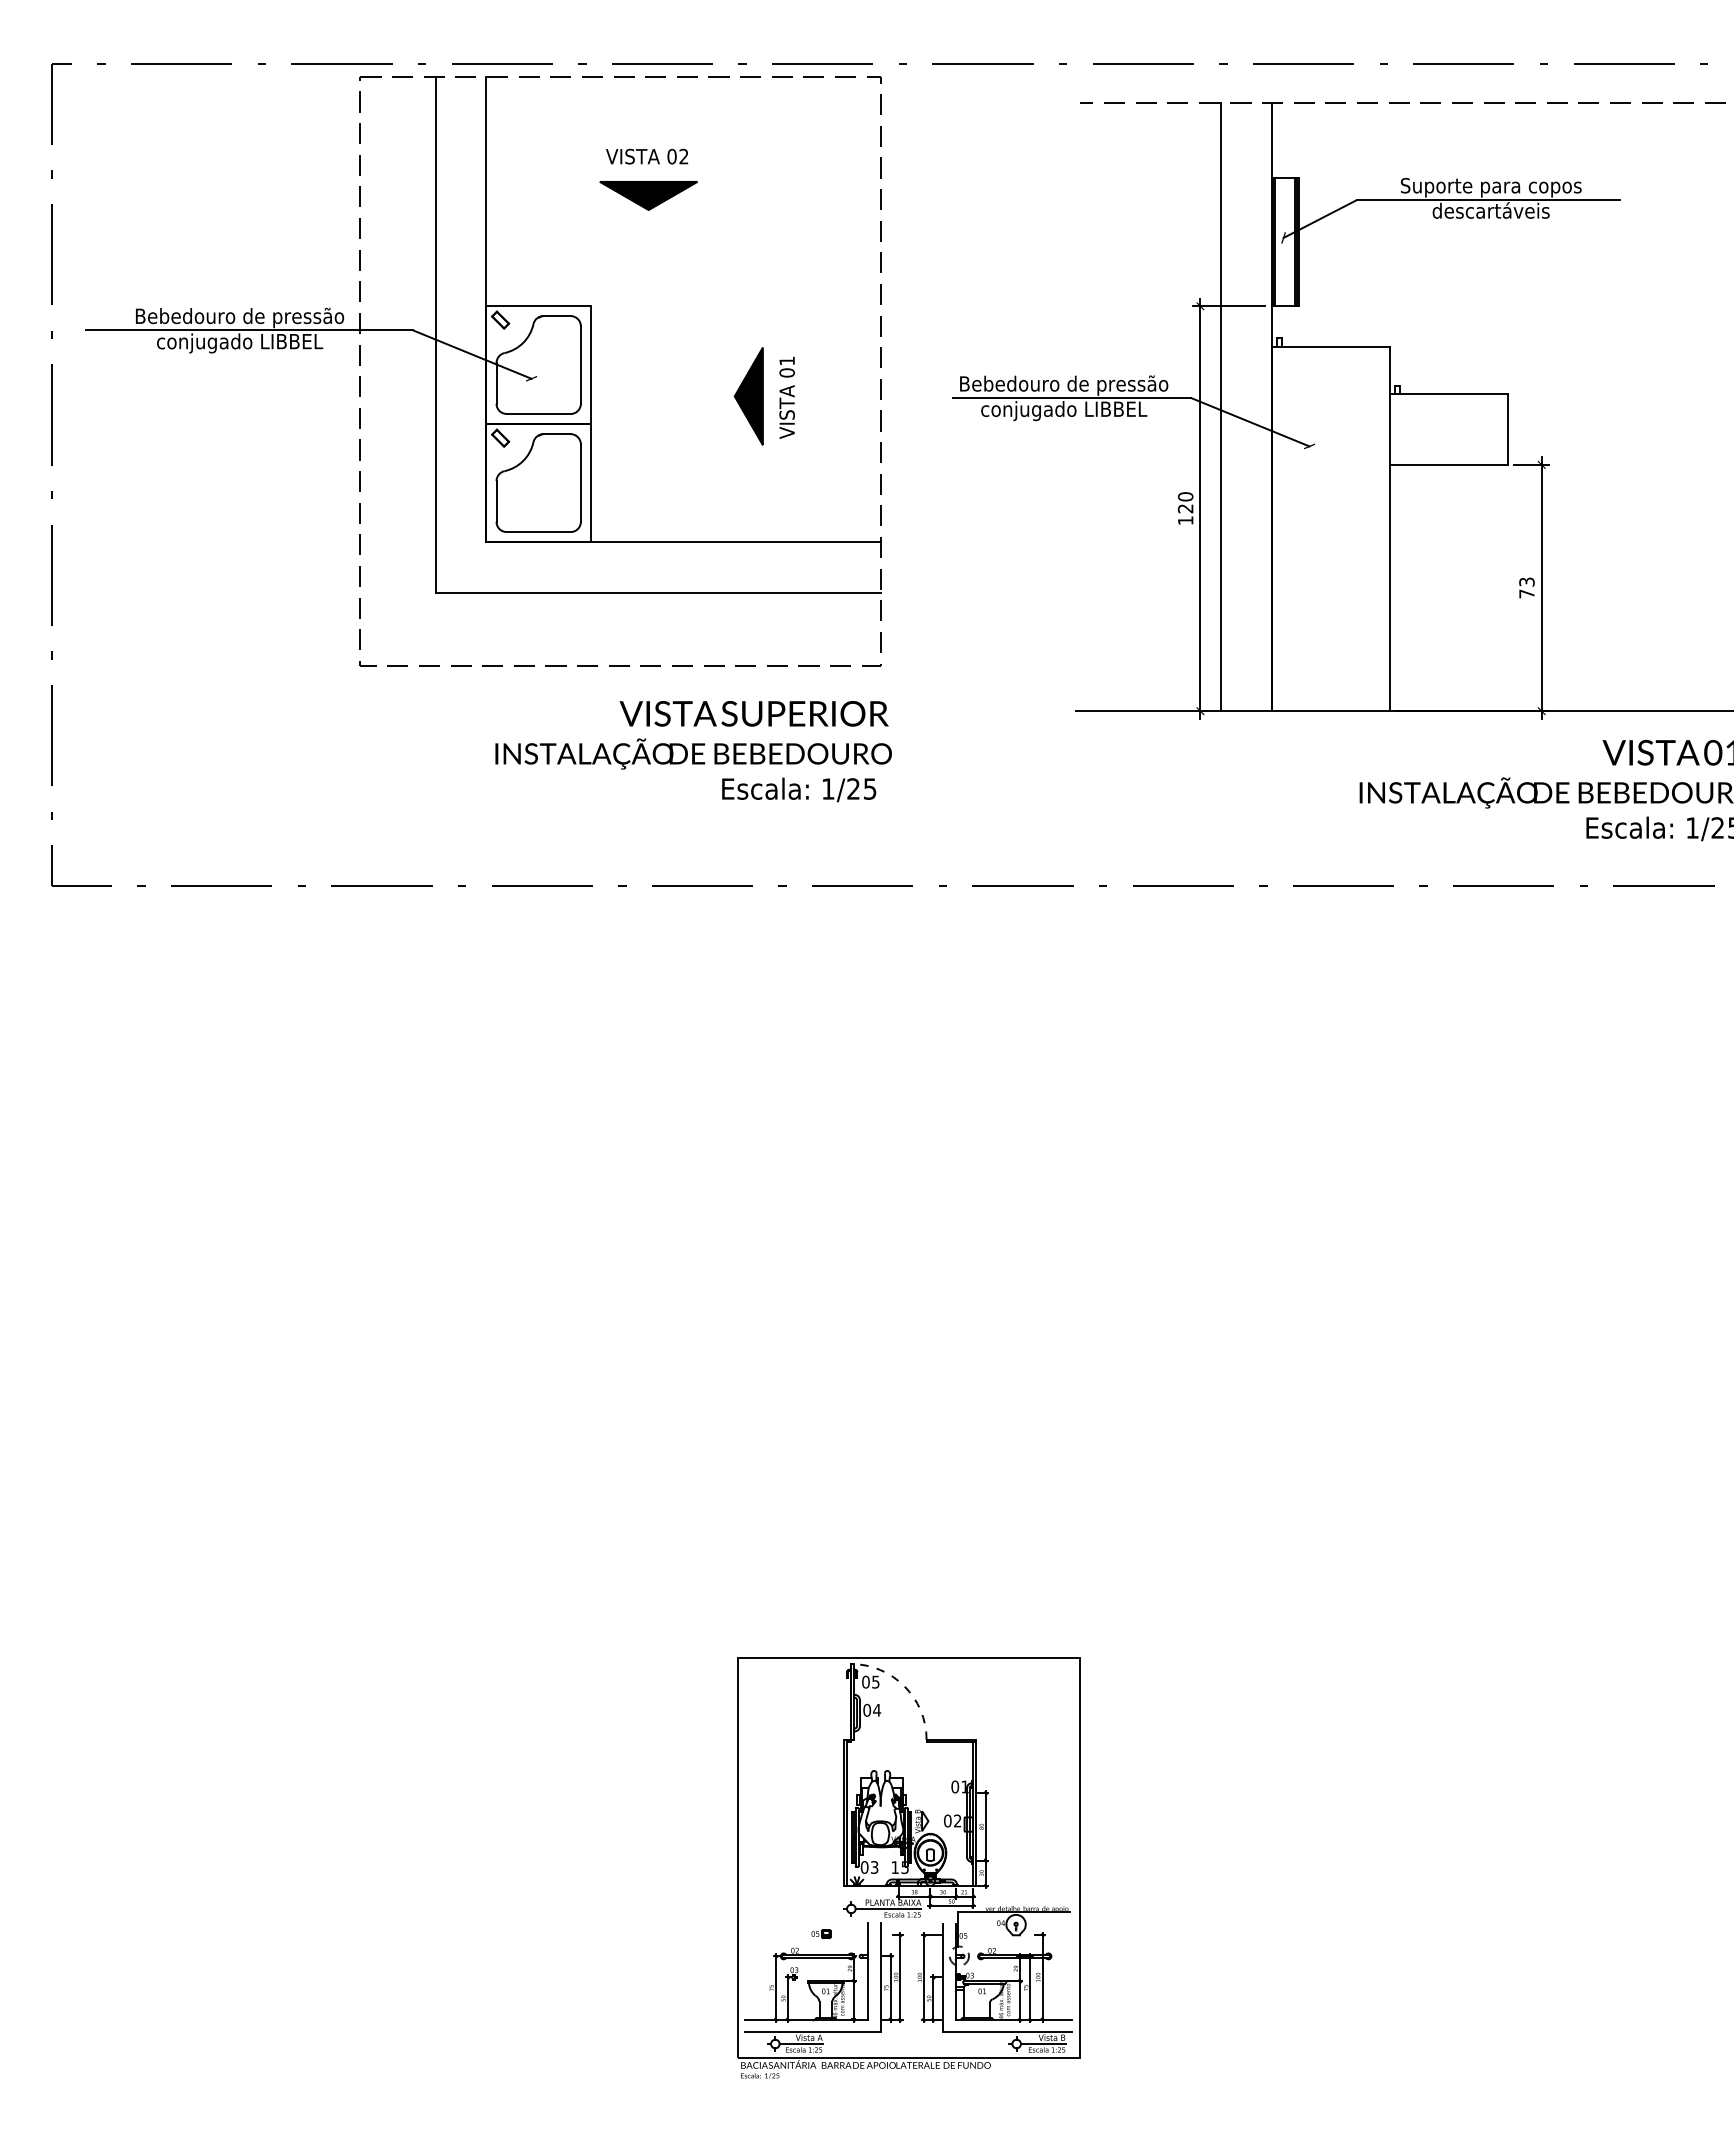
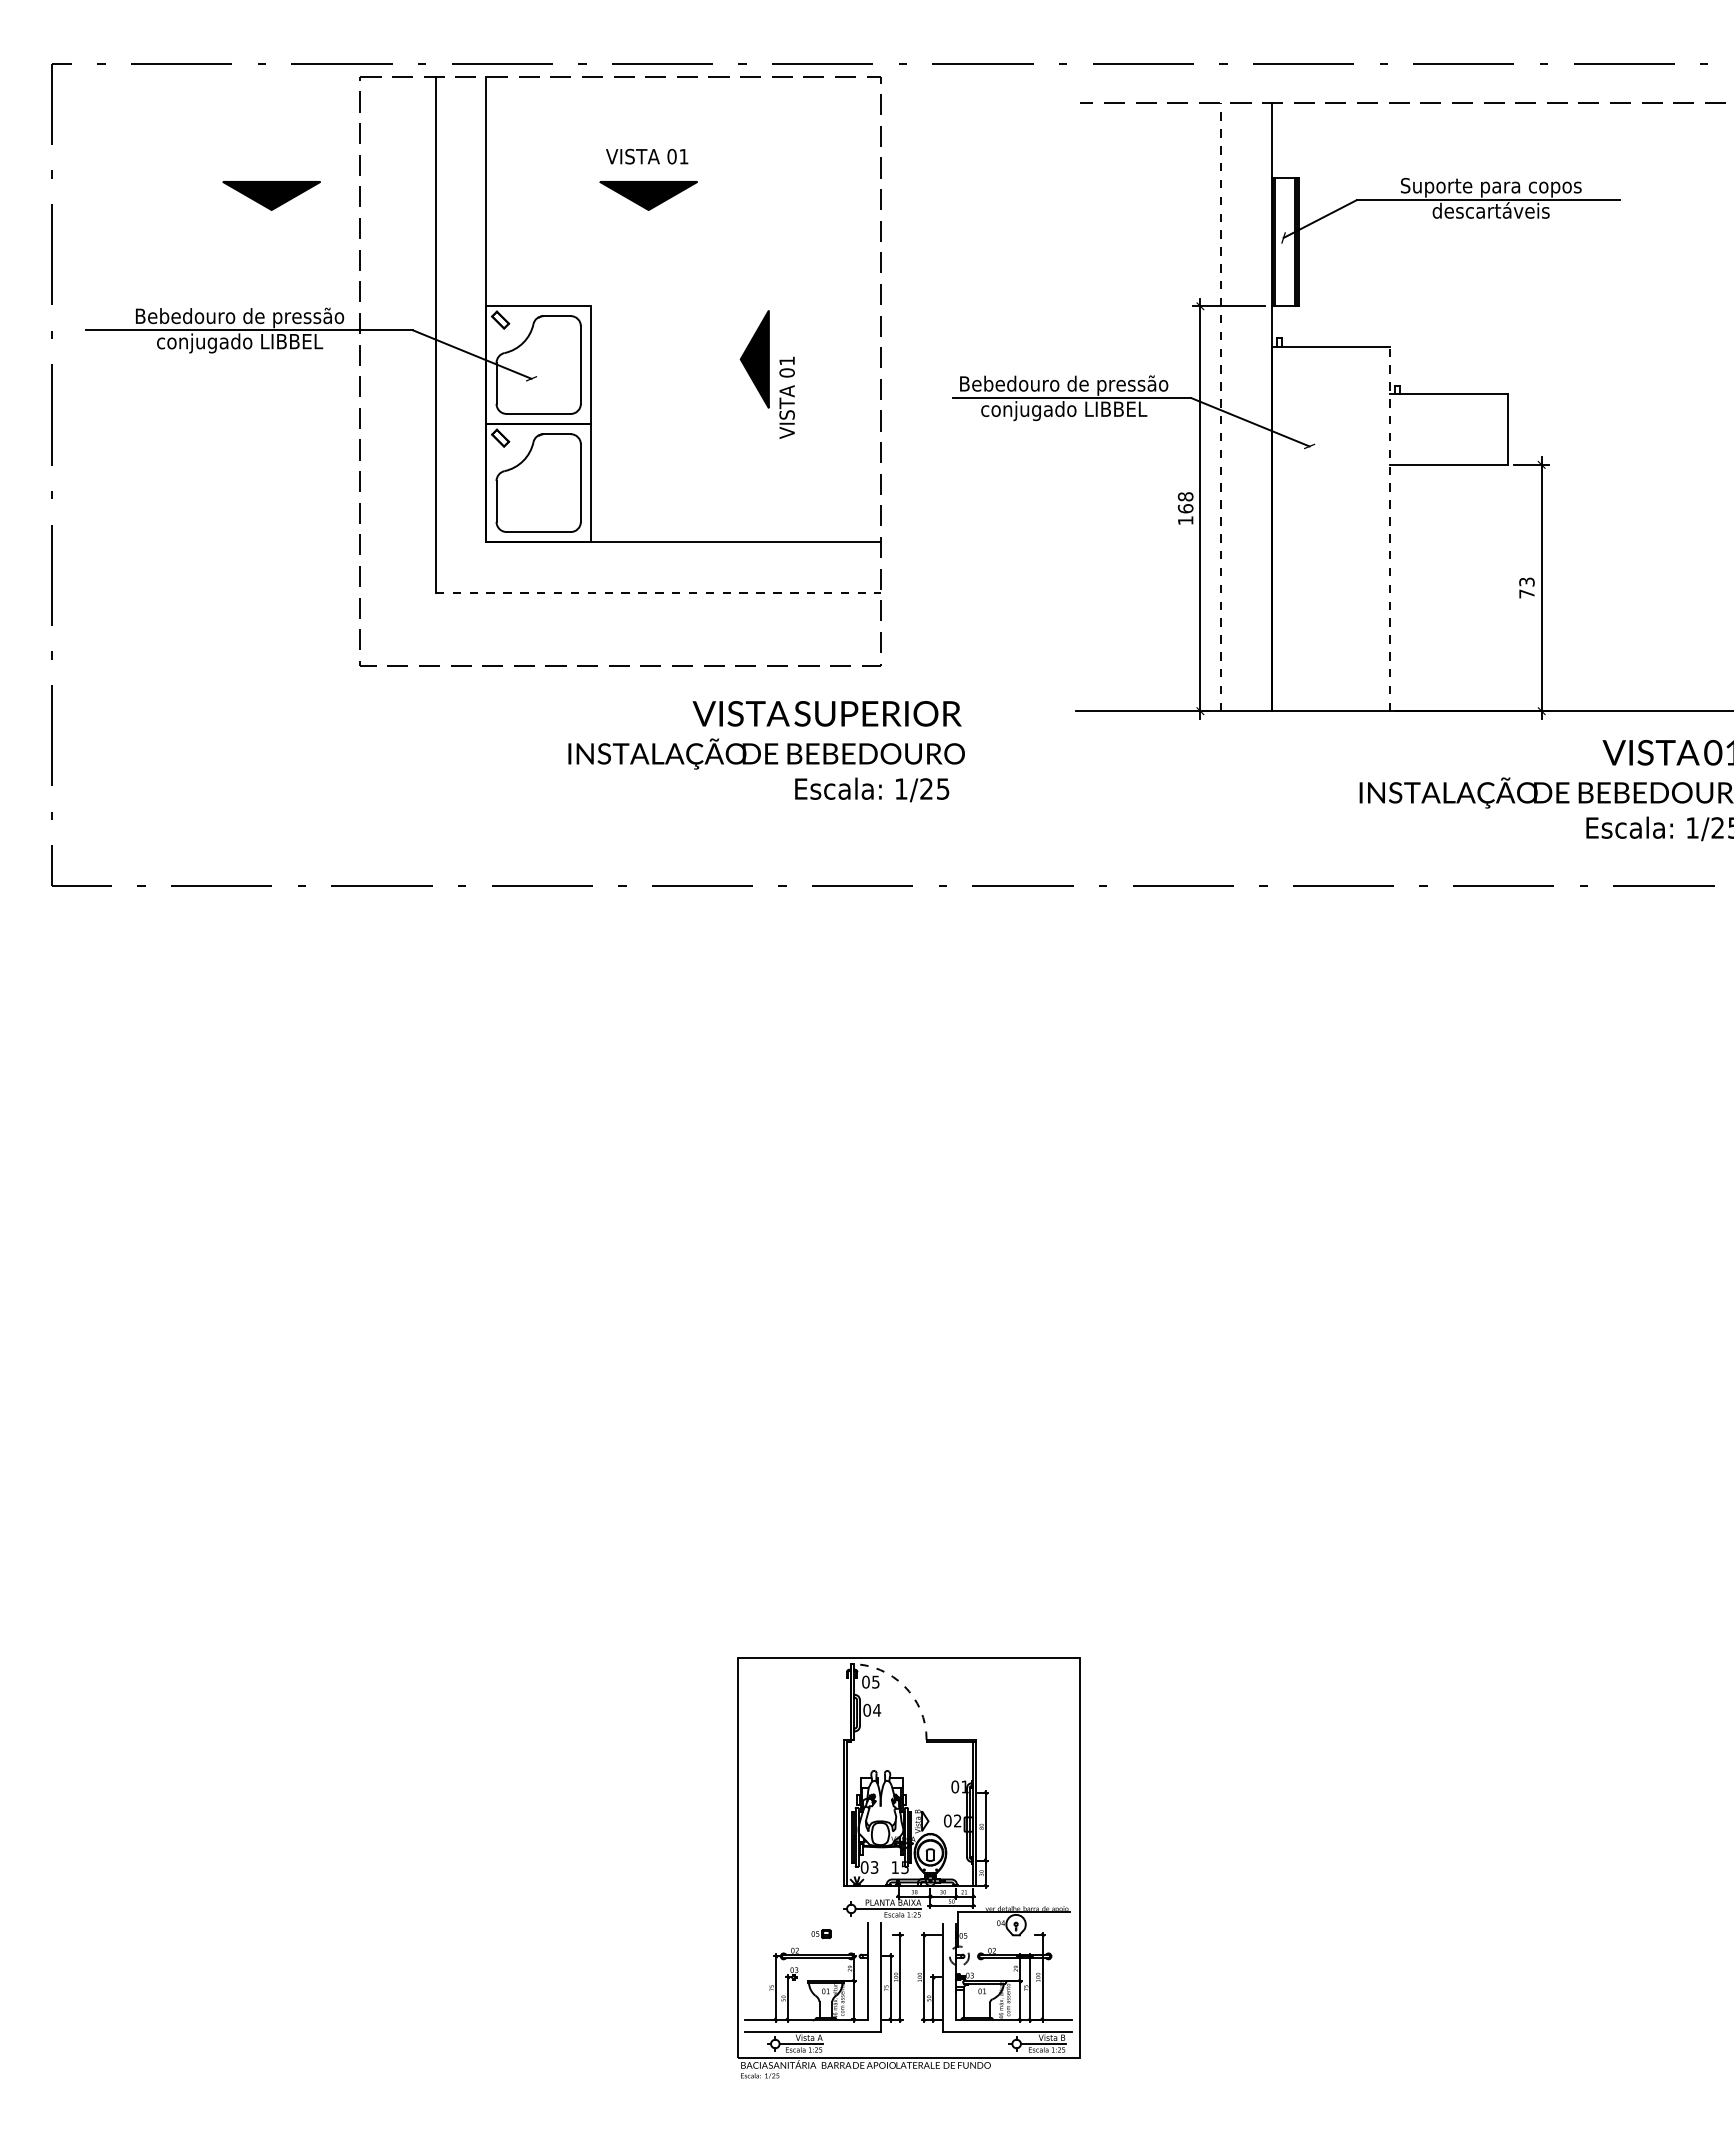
text at (683, 156): 02 -> 01
part at (271, 195): none -> present
part at (748, 396) position: (748, 396) -> (754, 359)
line at (1220, 407): solid -> dashed
text at (1185, 502): 120 -> 168
line at (1389, 528): solid -> dashed
line at (658, 592): solid -> dashed
text at (693, 751) position: (693, 751) -> (766, 751)
